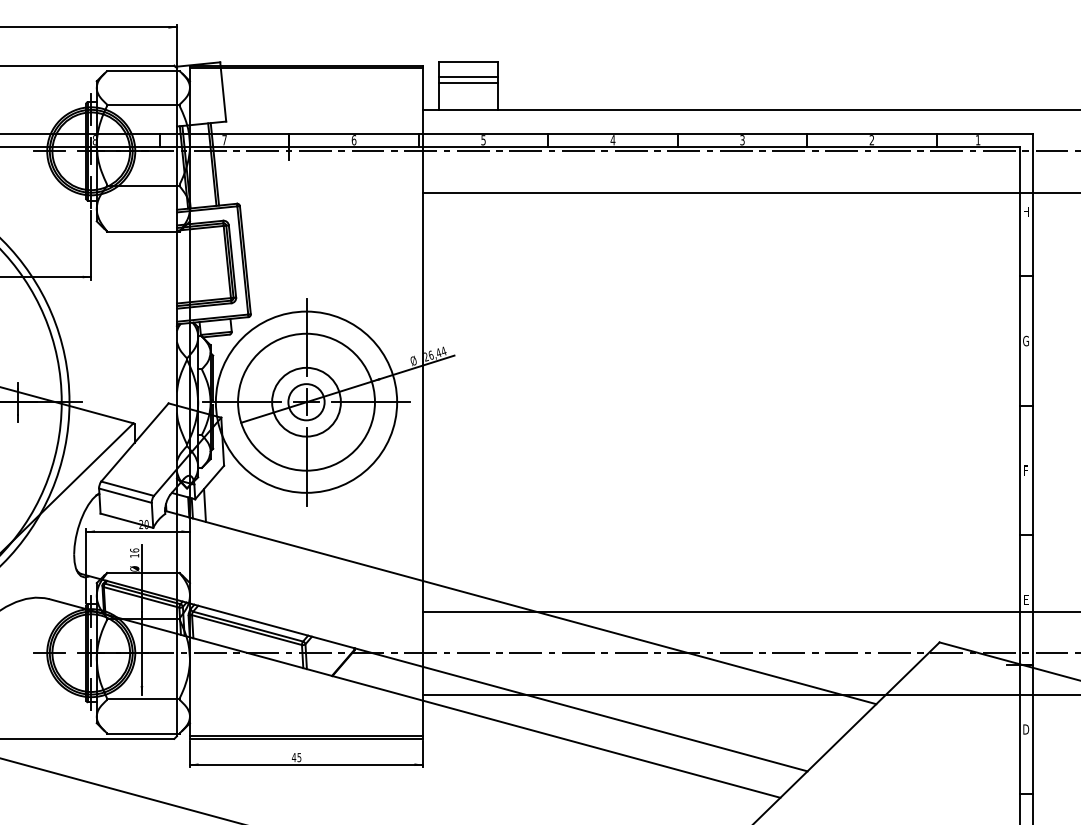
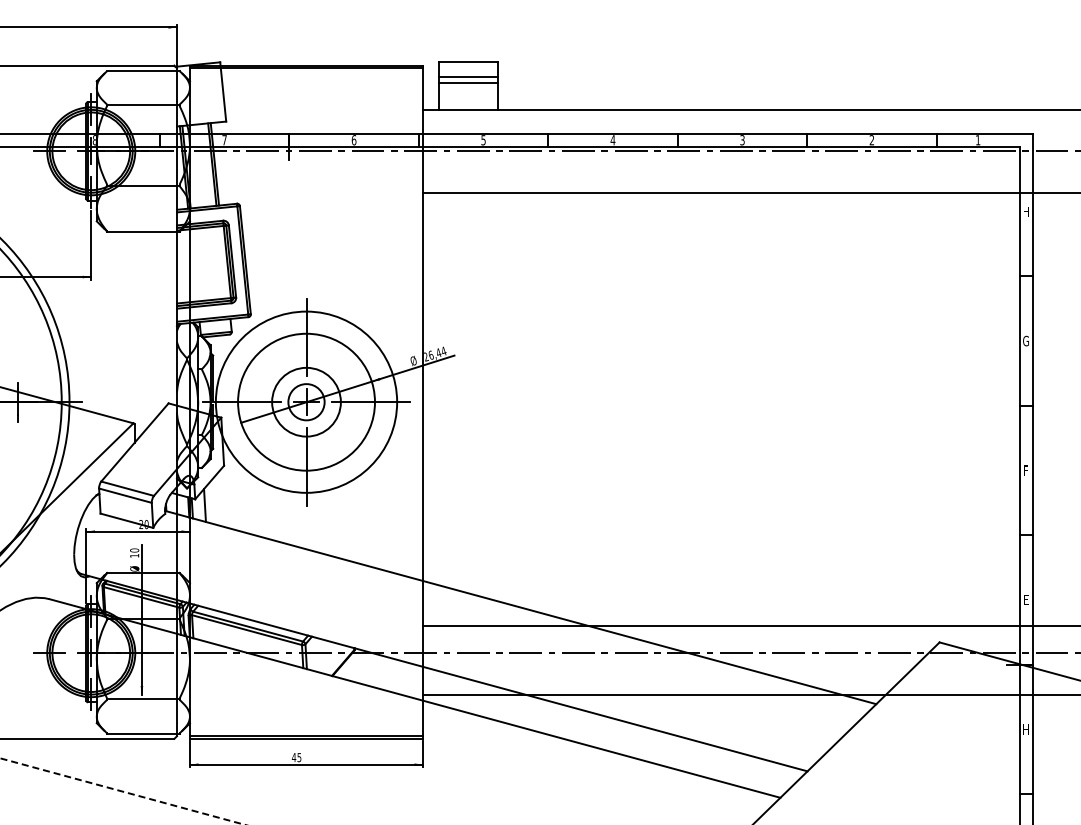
text at (133, 550): 16 -> 10
line at (750, 611) position: (750, 611) -> (750, 625)
text at (1026, 729): D -> H
line at (122, 791): solid -> dashed
